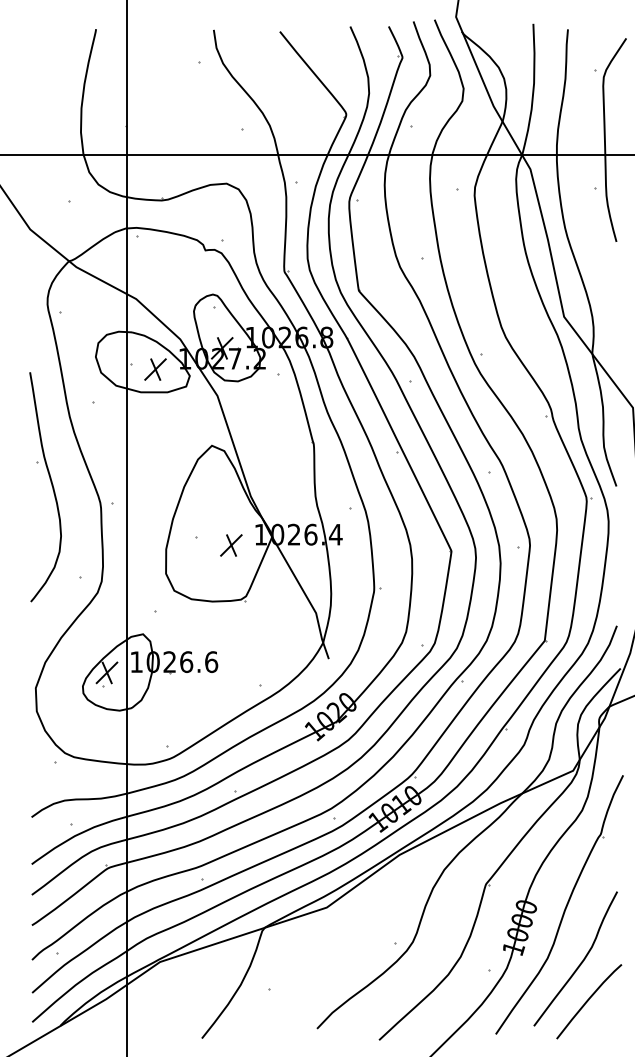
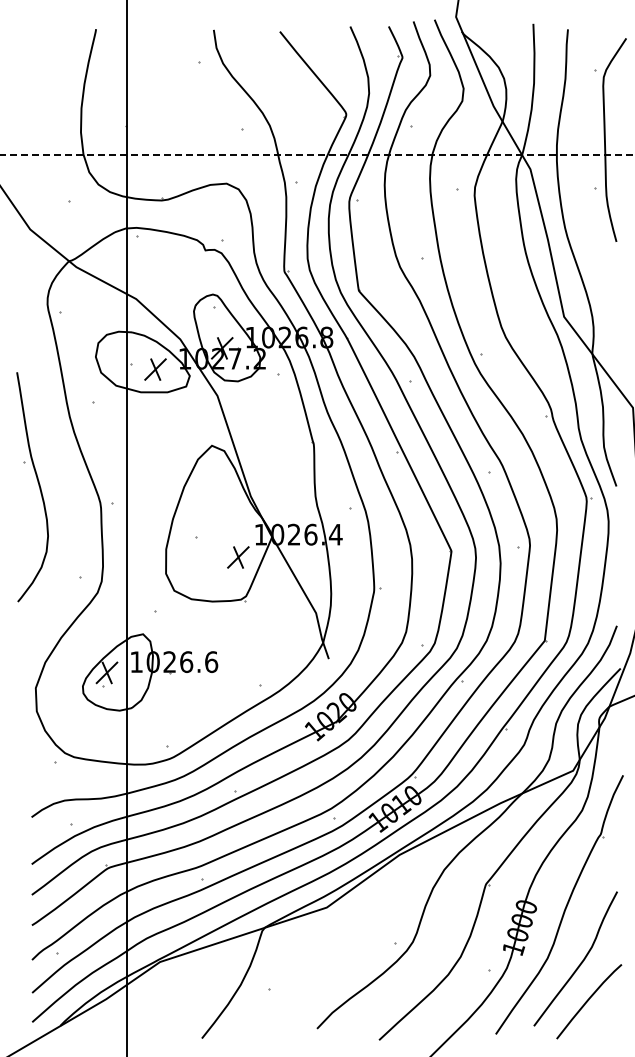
line at (316, 155): solid -> dashed
part at (51, 486) position: (51, 486) -> (38, 486)
part at (231, 545) position: (231, 545) -> (238, 557)
